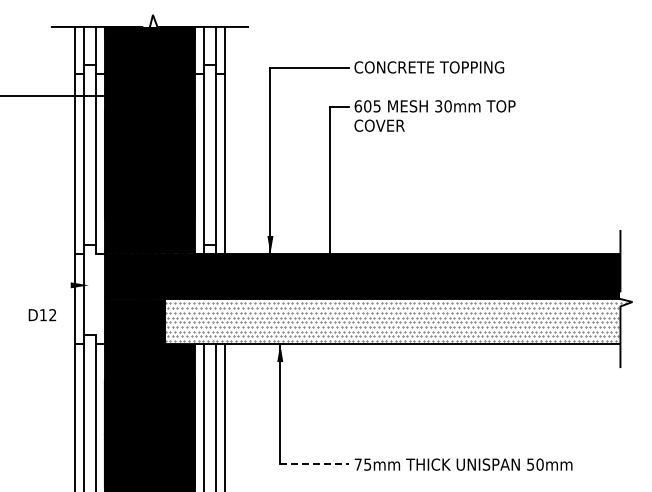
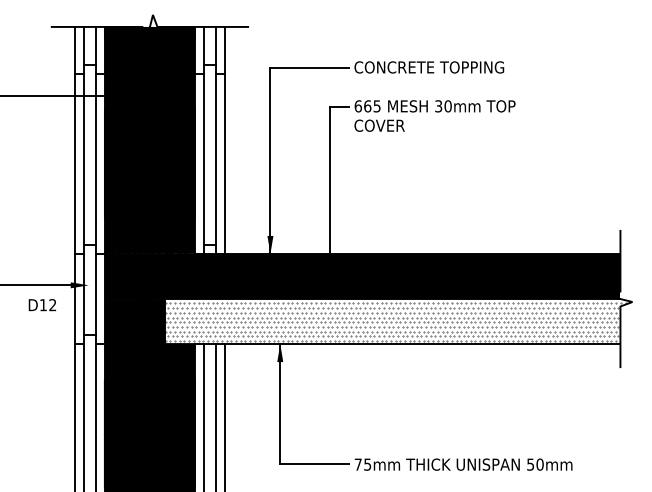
text at (367, 106): 605 -> 665
line at (36, 285): none -> present
line at (95, 294): none -> present
text at (42, 315) position: (42, 315) -> (42, 305)
line at (315, 464): dashed -> solid
